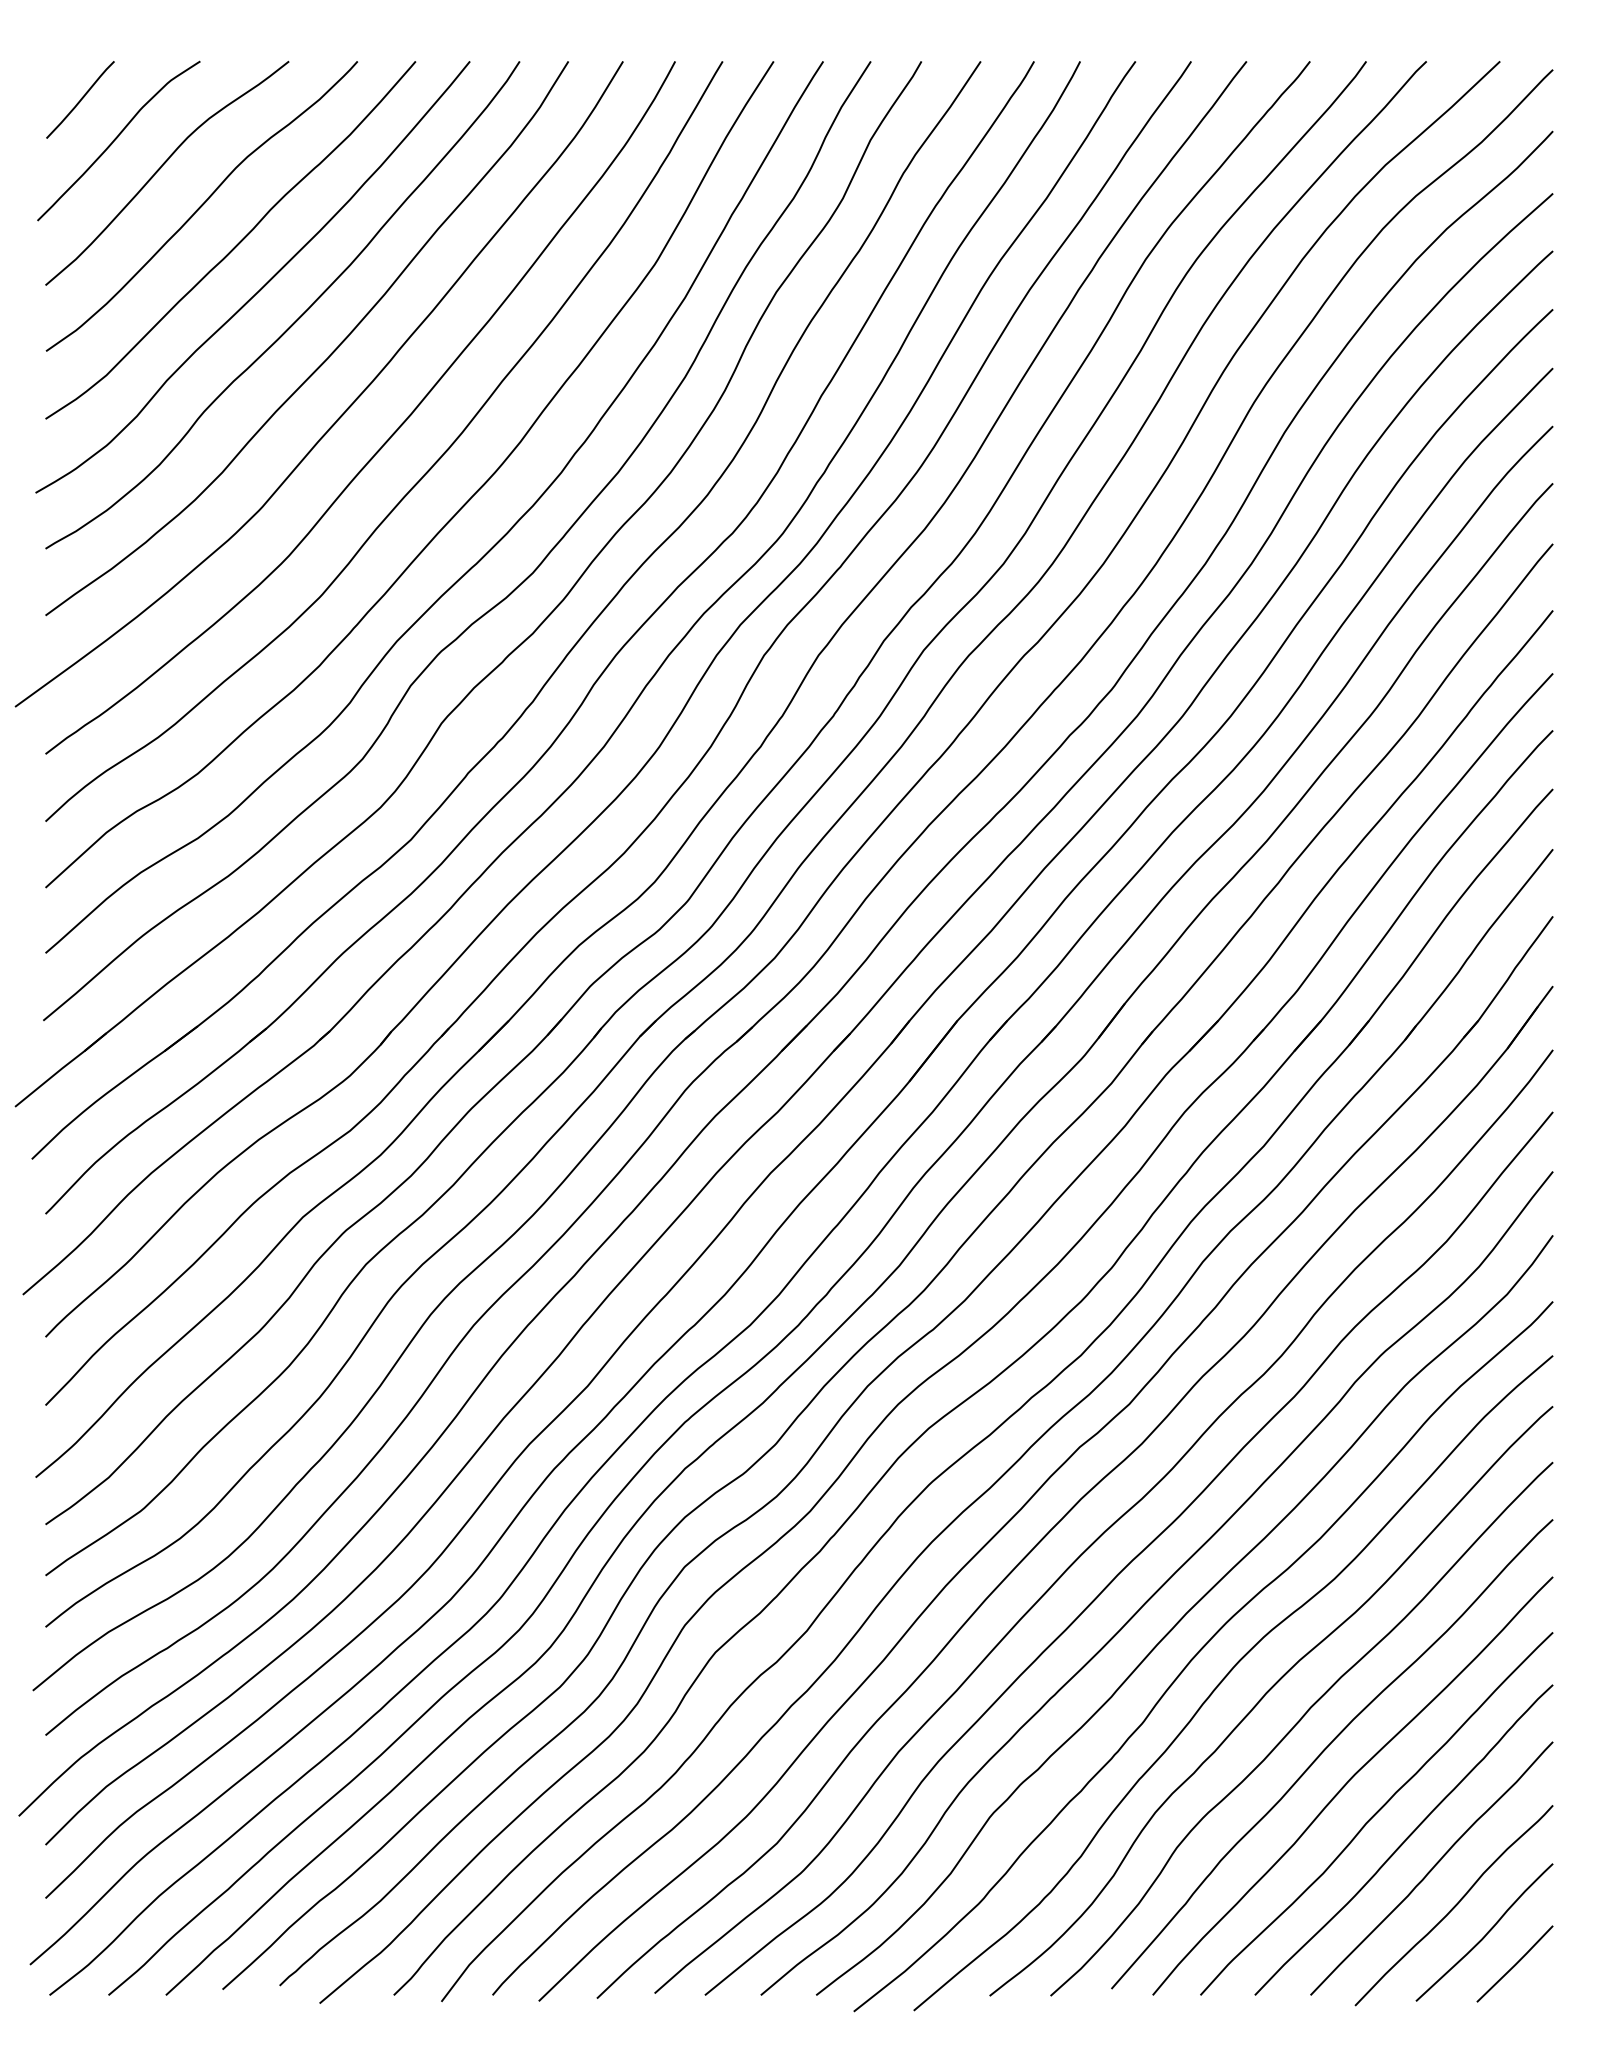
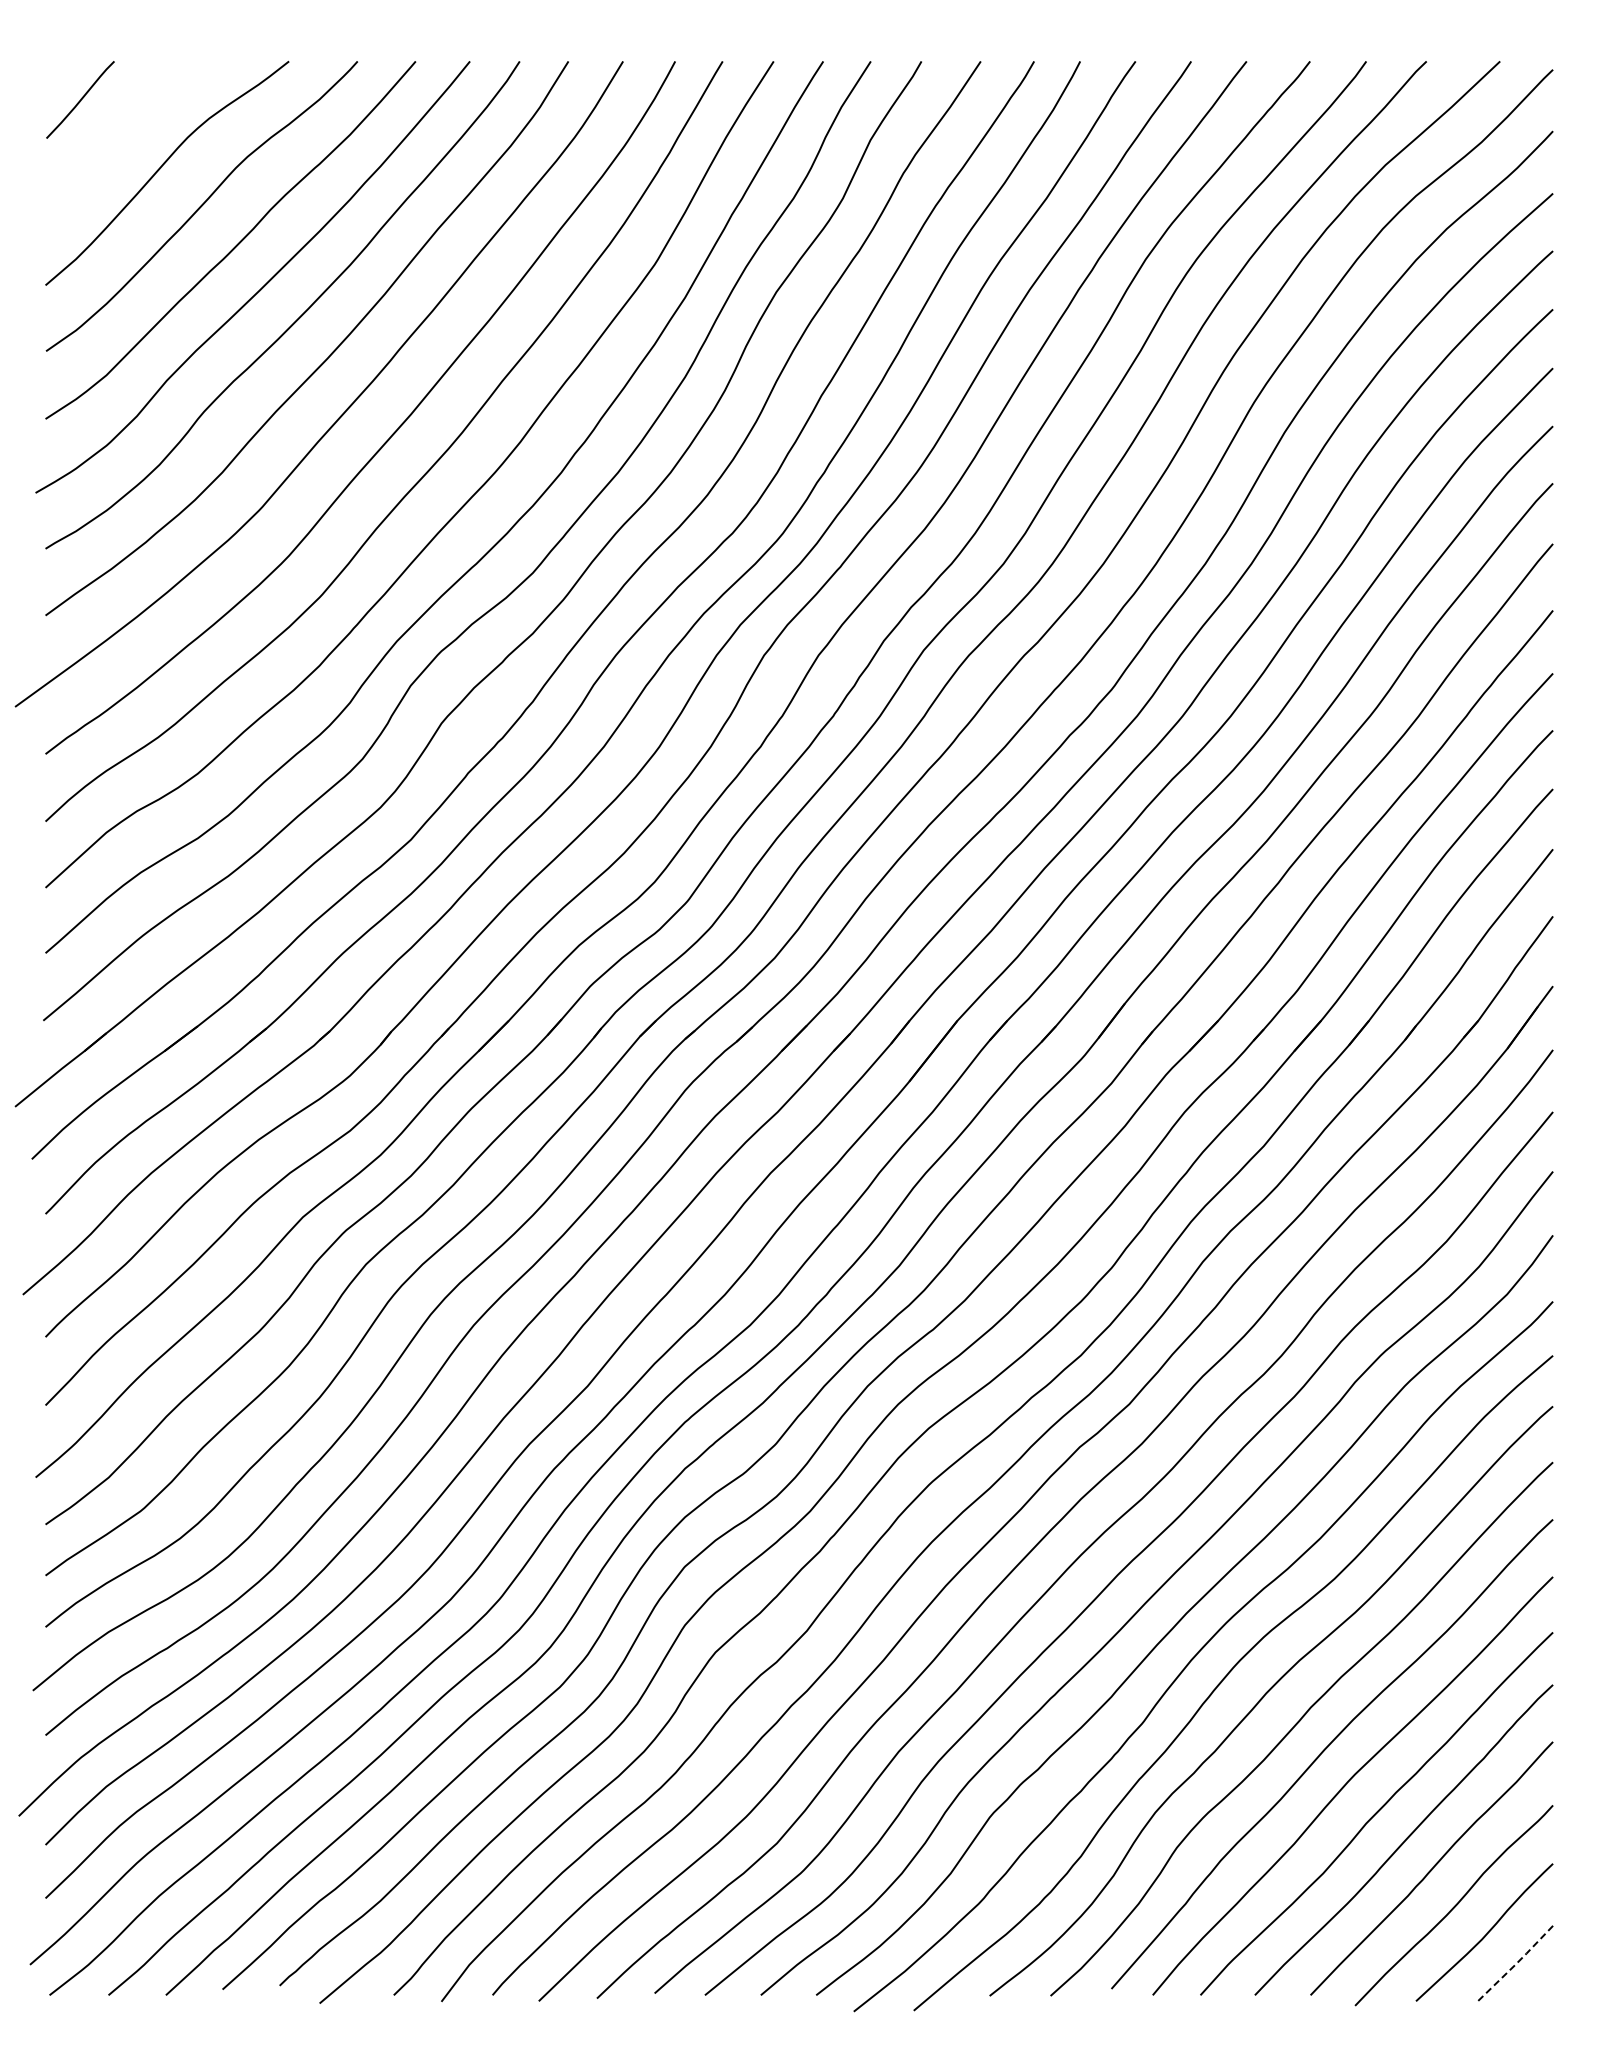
curve at (117, 138): present -> none
line at (1515, 1964): solid -> dashed
